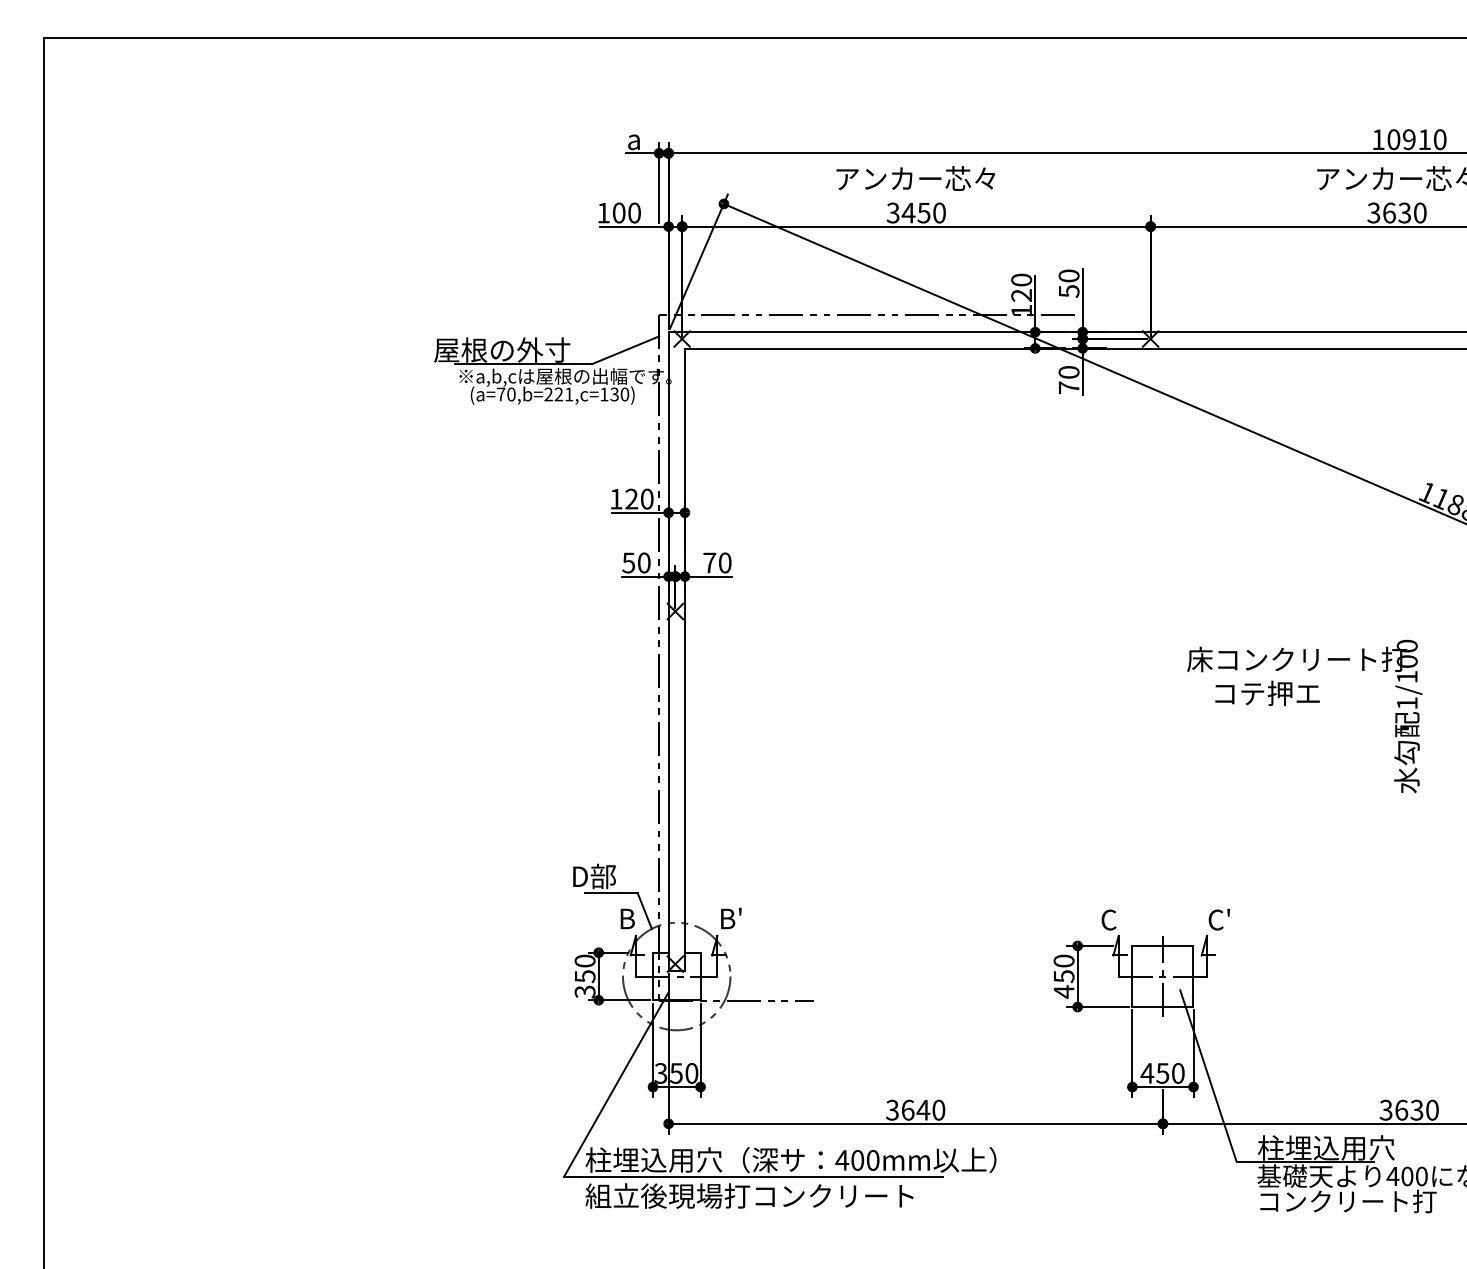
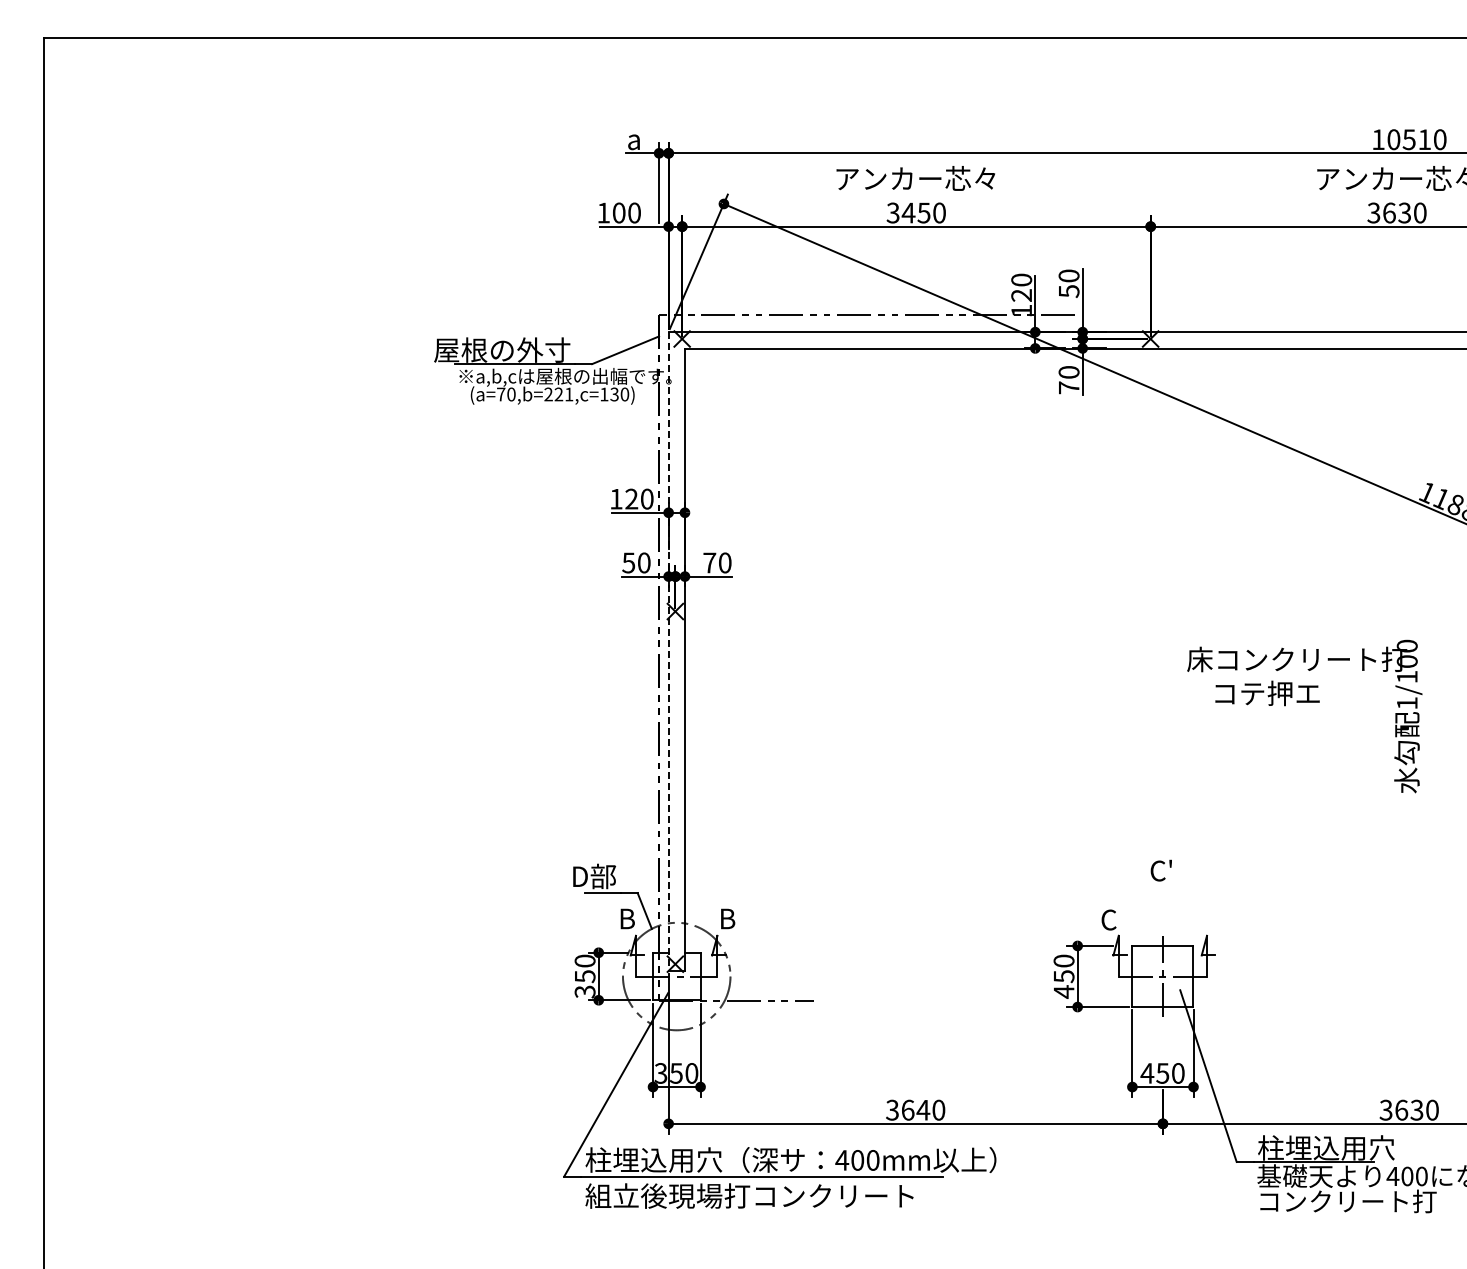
text at (1408, 139): 10910 -> 10510
line at (668, 652): solid -> dashed
text at (740, 911): B' -> B
text at (1218, 919) position: (1218, 919) -> (1160, 870)
